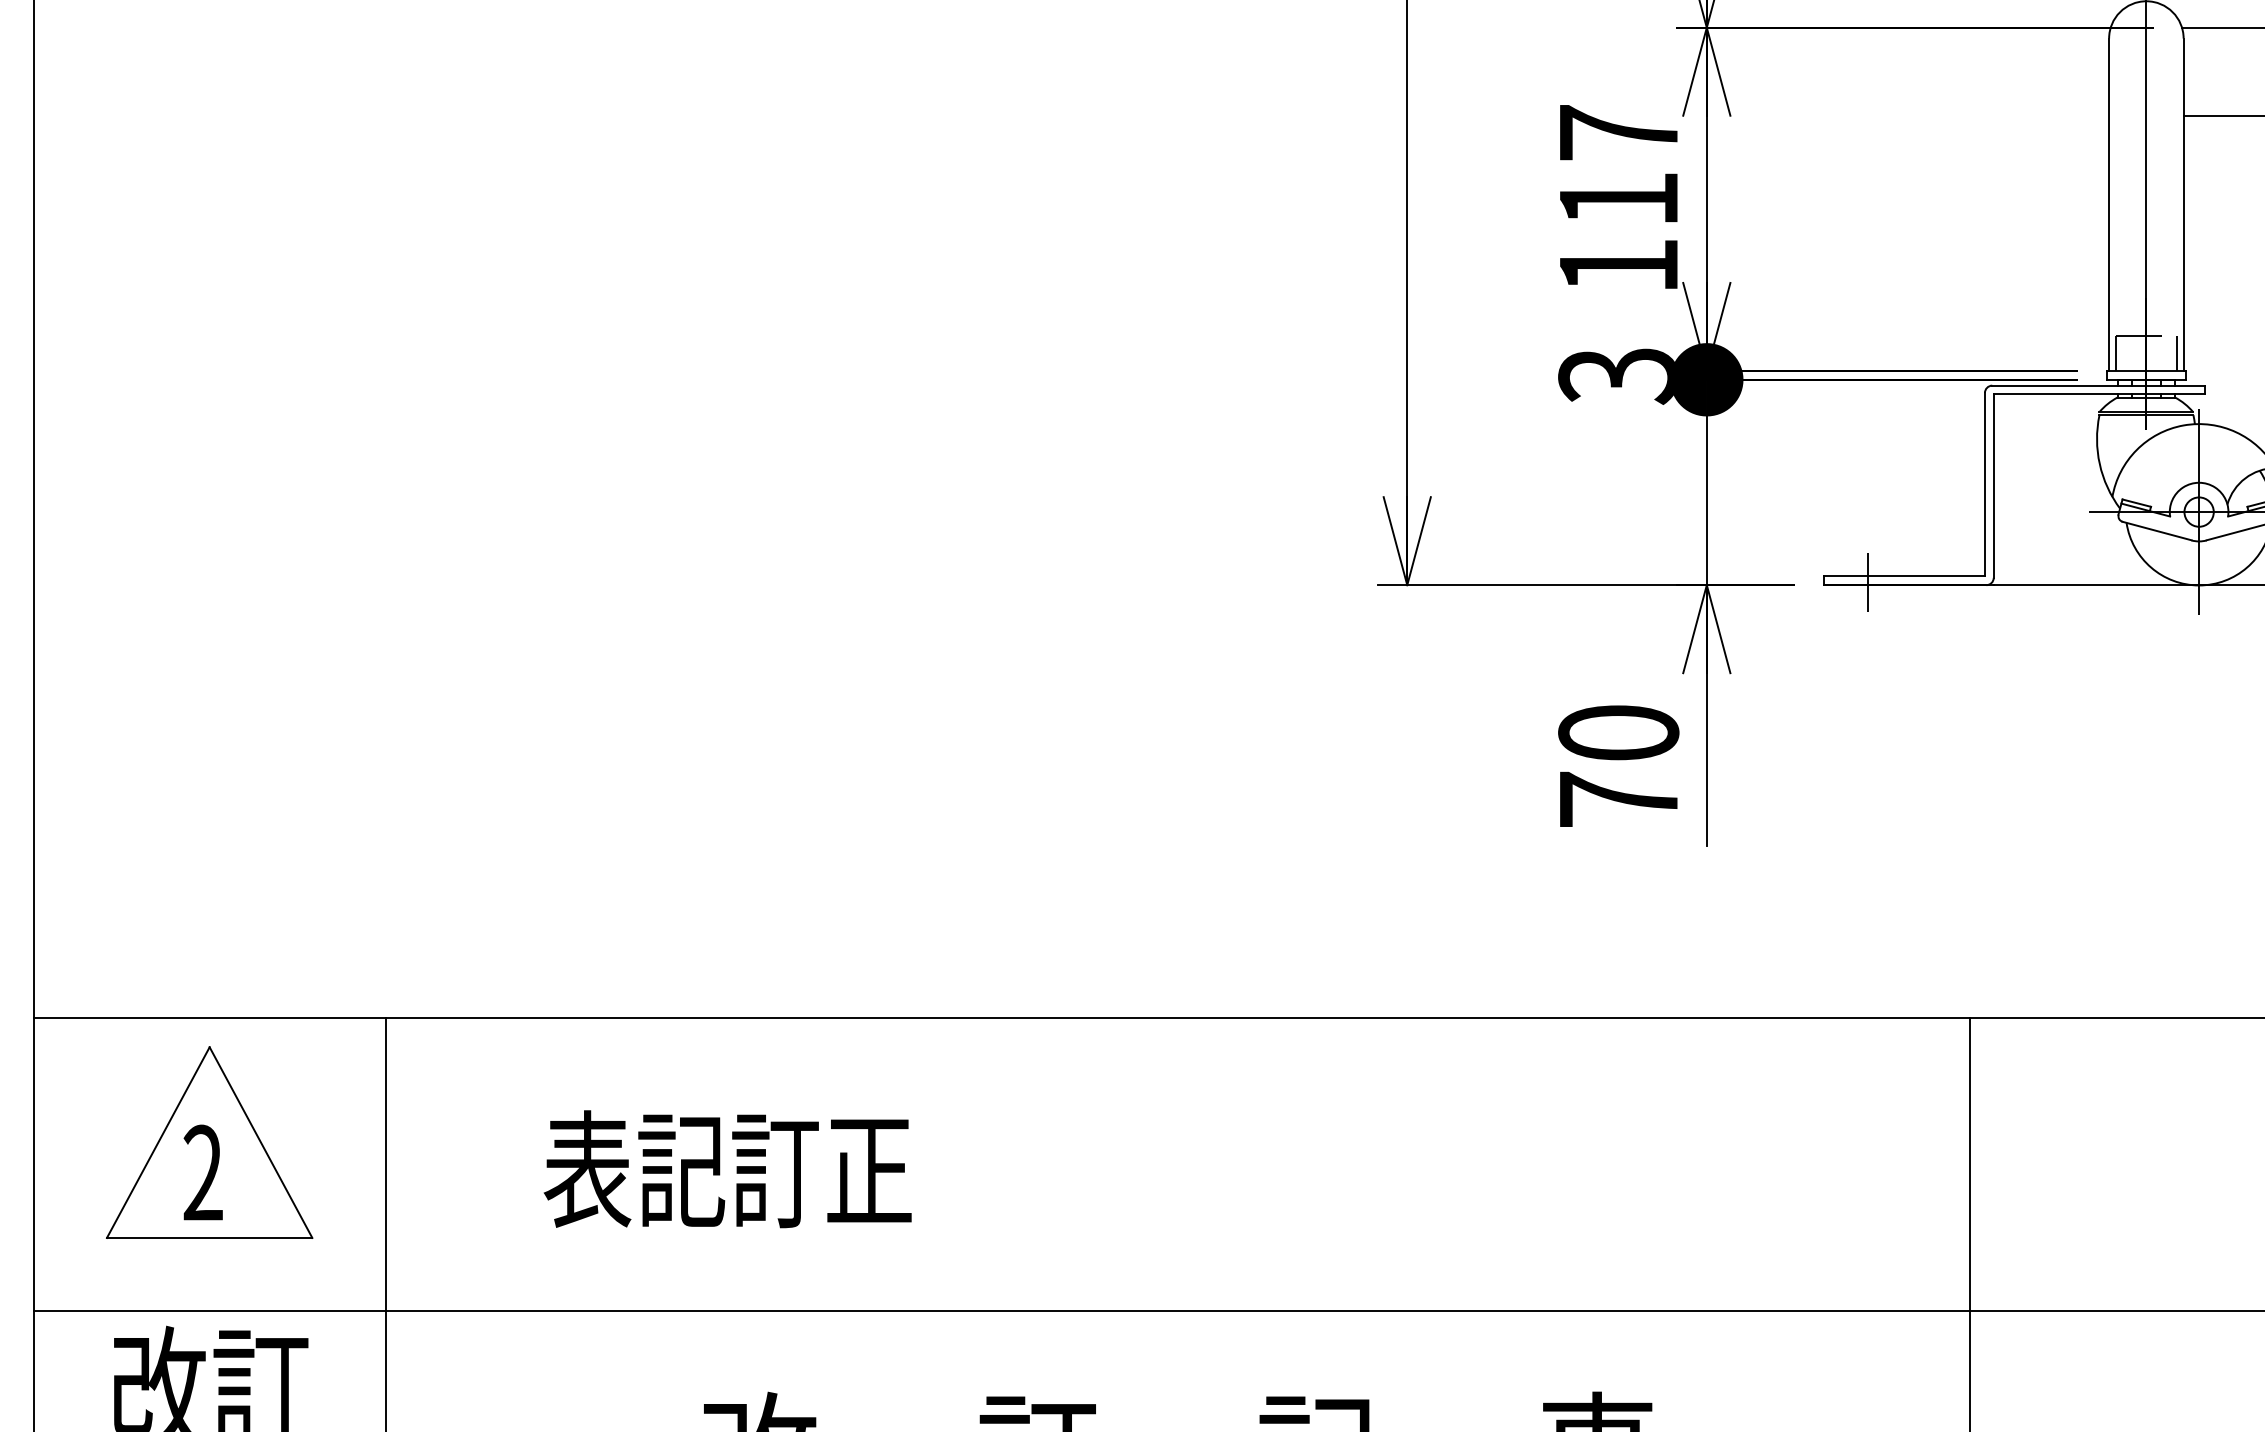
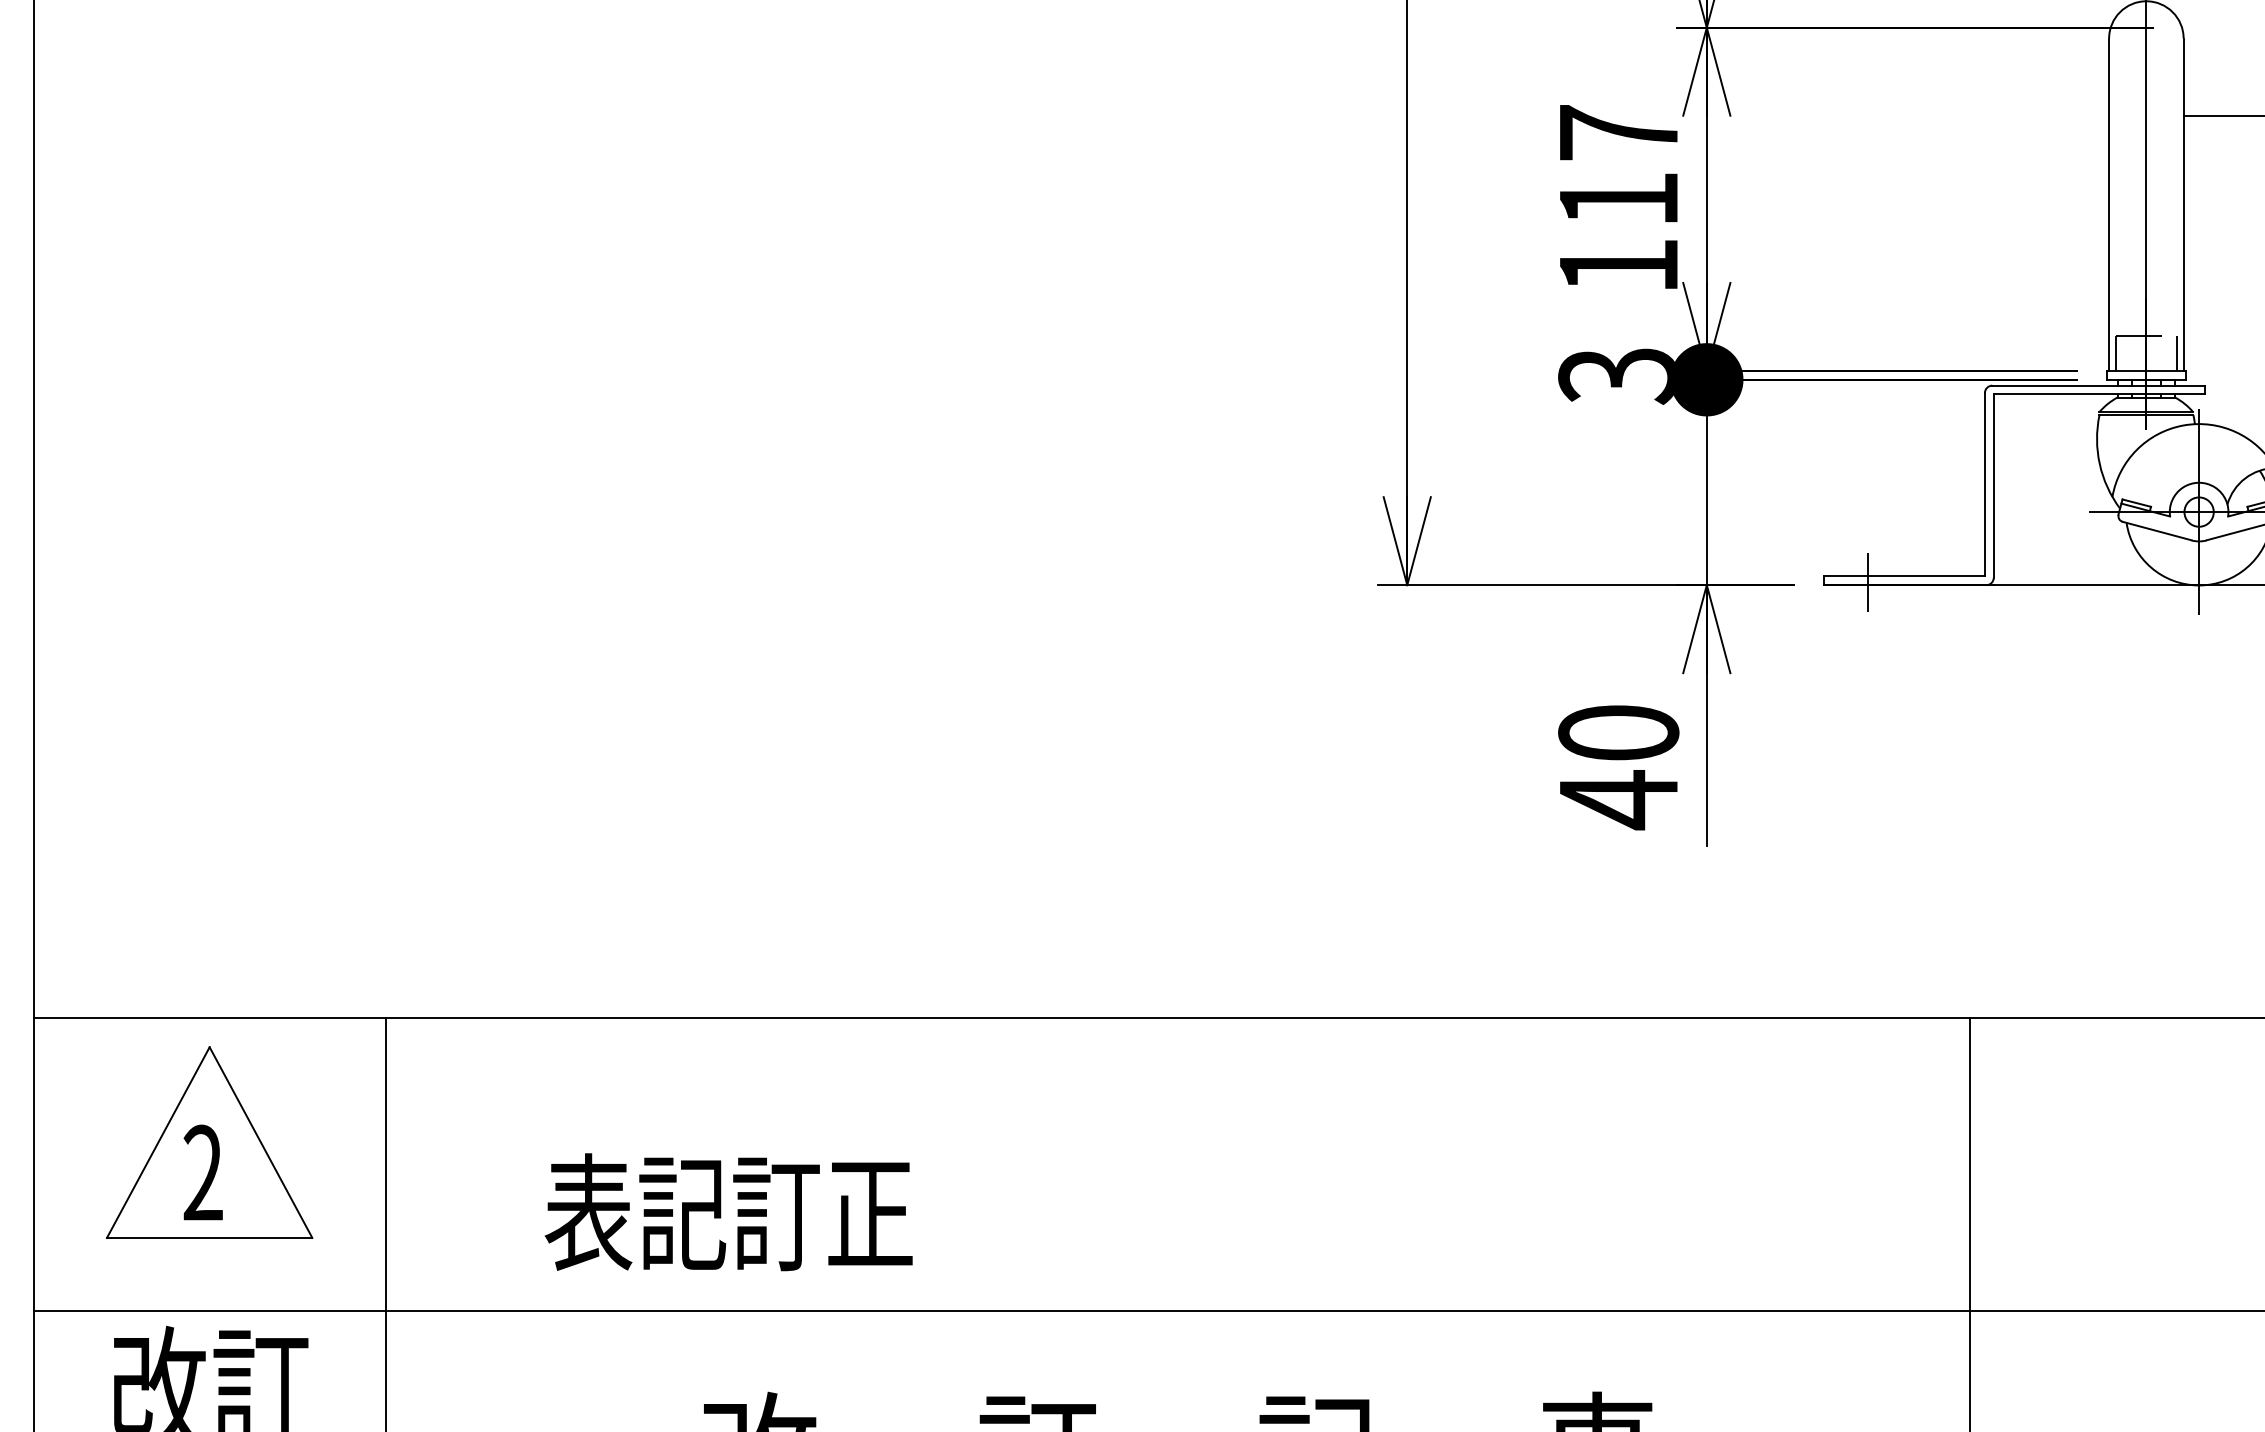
line at (2221, 27): present -> none
text at (1618, 800): 70 -> 40
text at (727, 1169) position: (727, 1169) -> (728, 1212)
